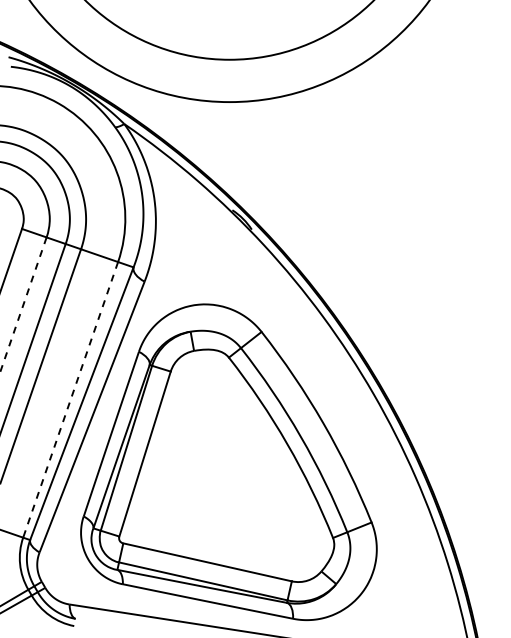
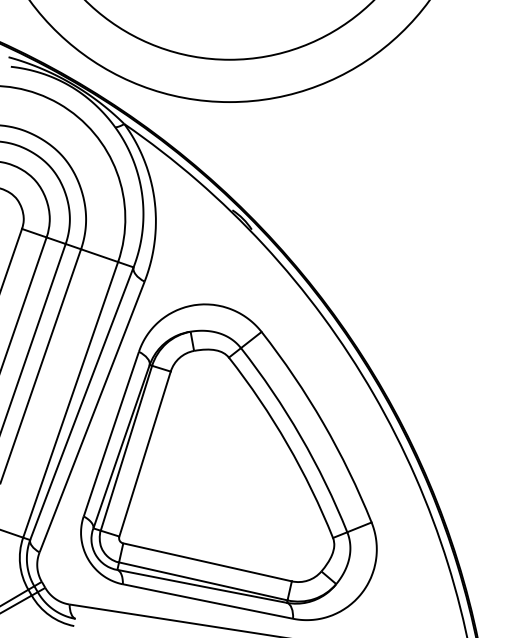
line at (23, 305): dashed -> solid
line at (70, 399): dashed -> solid
